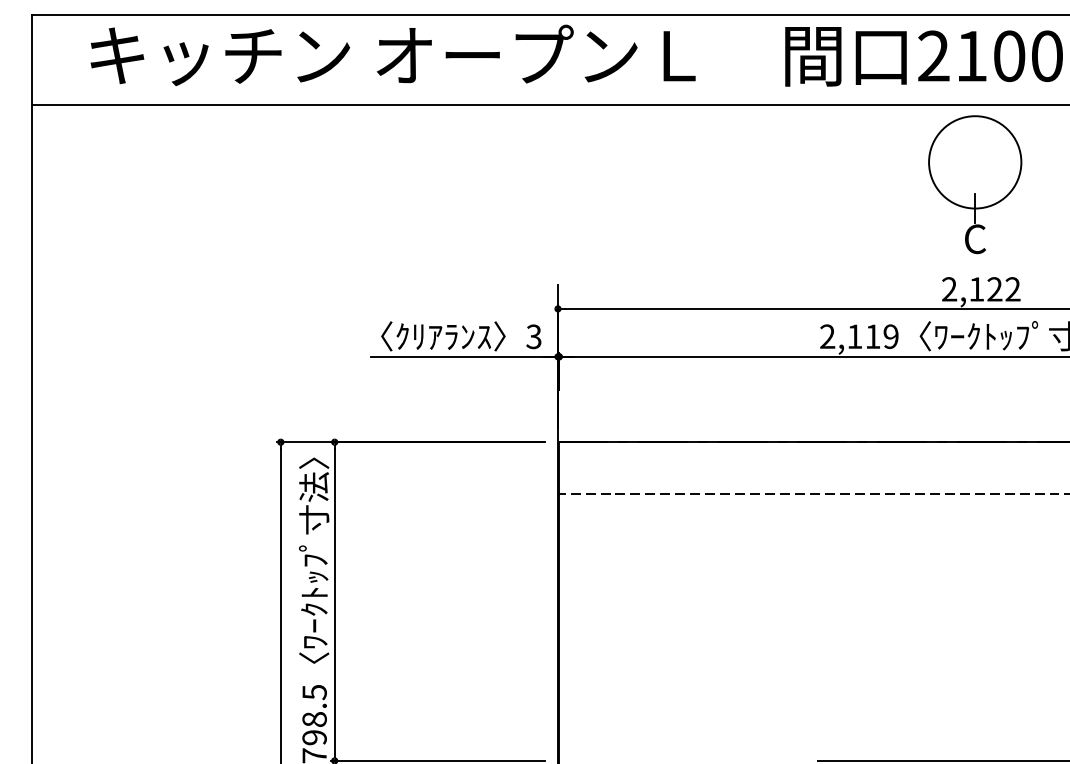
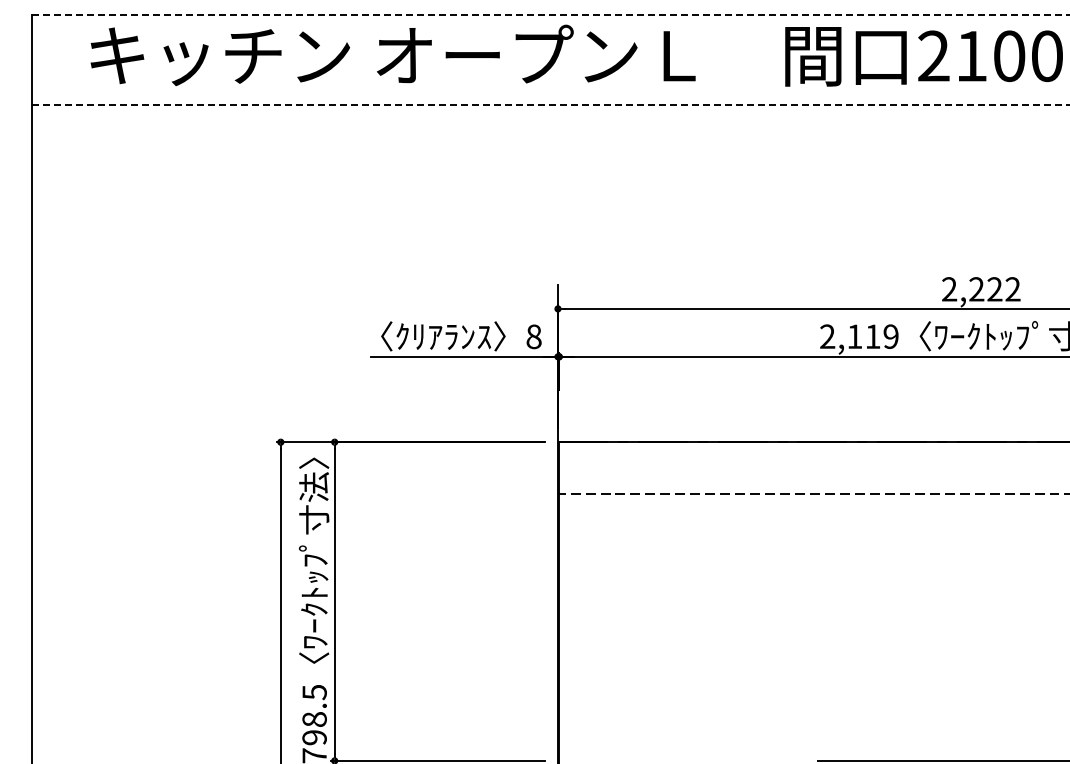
line at (551, 14): solid -> dashed
line at (551, 104): solid -> dashed
part at (975, 184): present -> none
text at (976, 289): 2,122 -> 2,222
text at (533, 336): 3 -> 8
